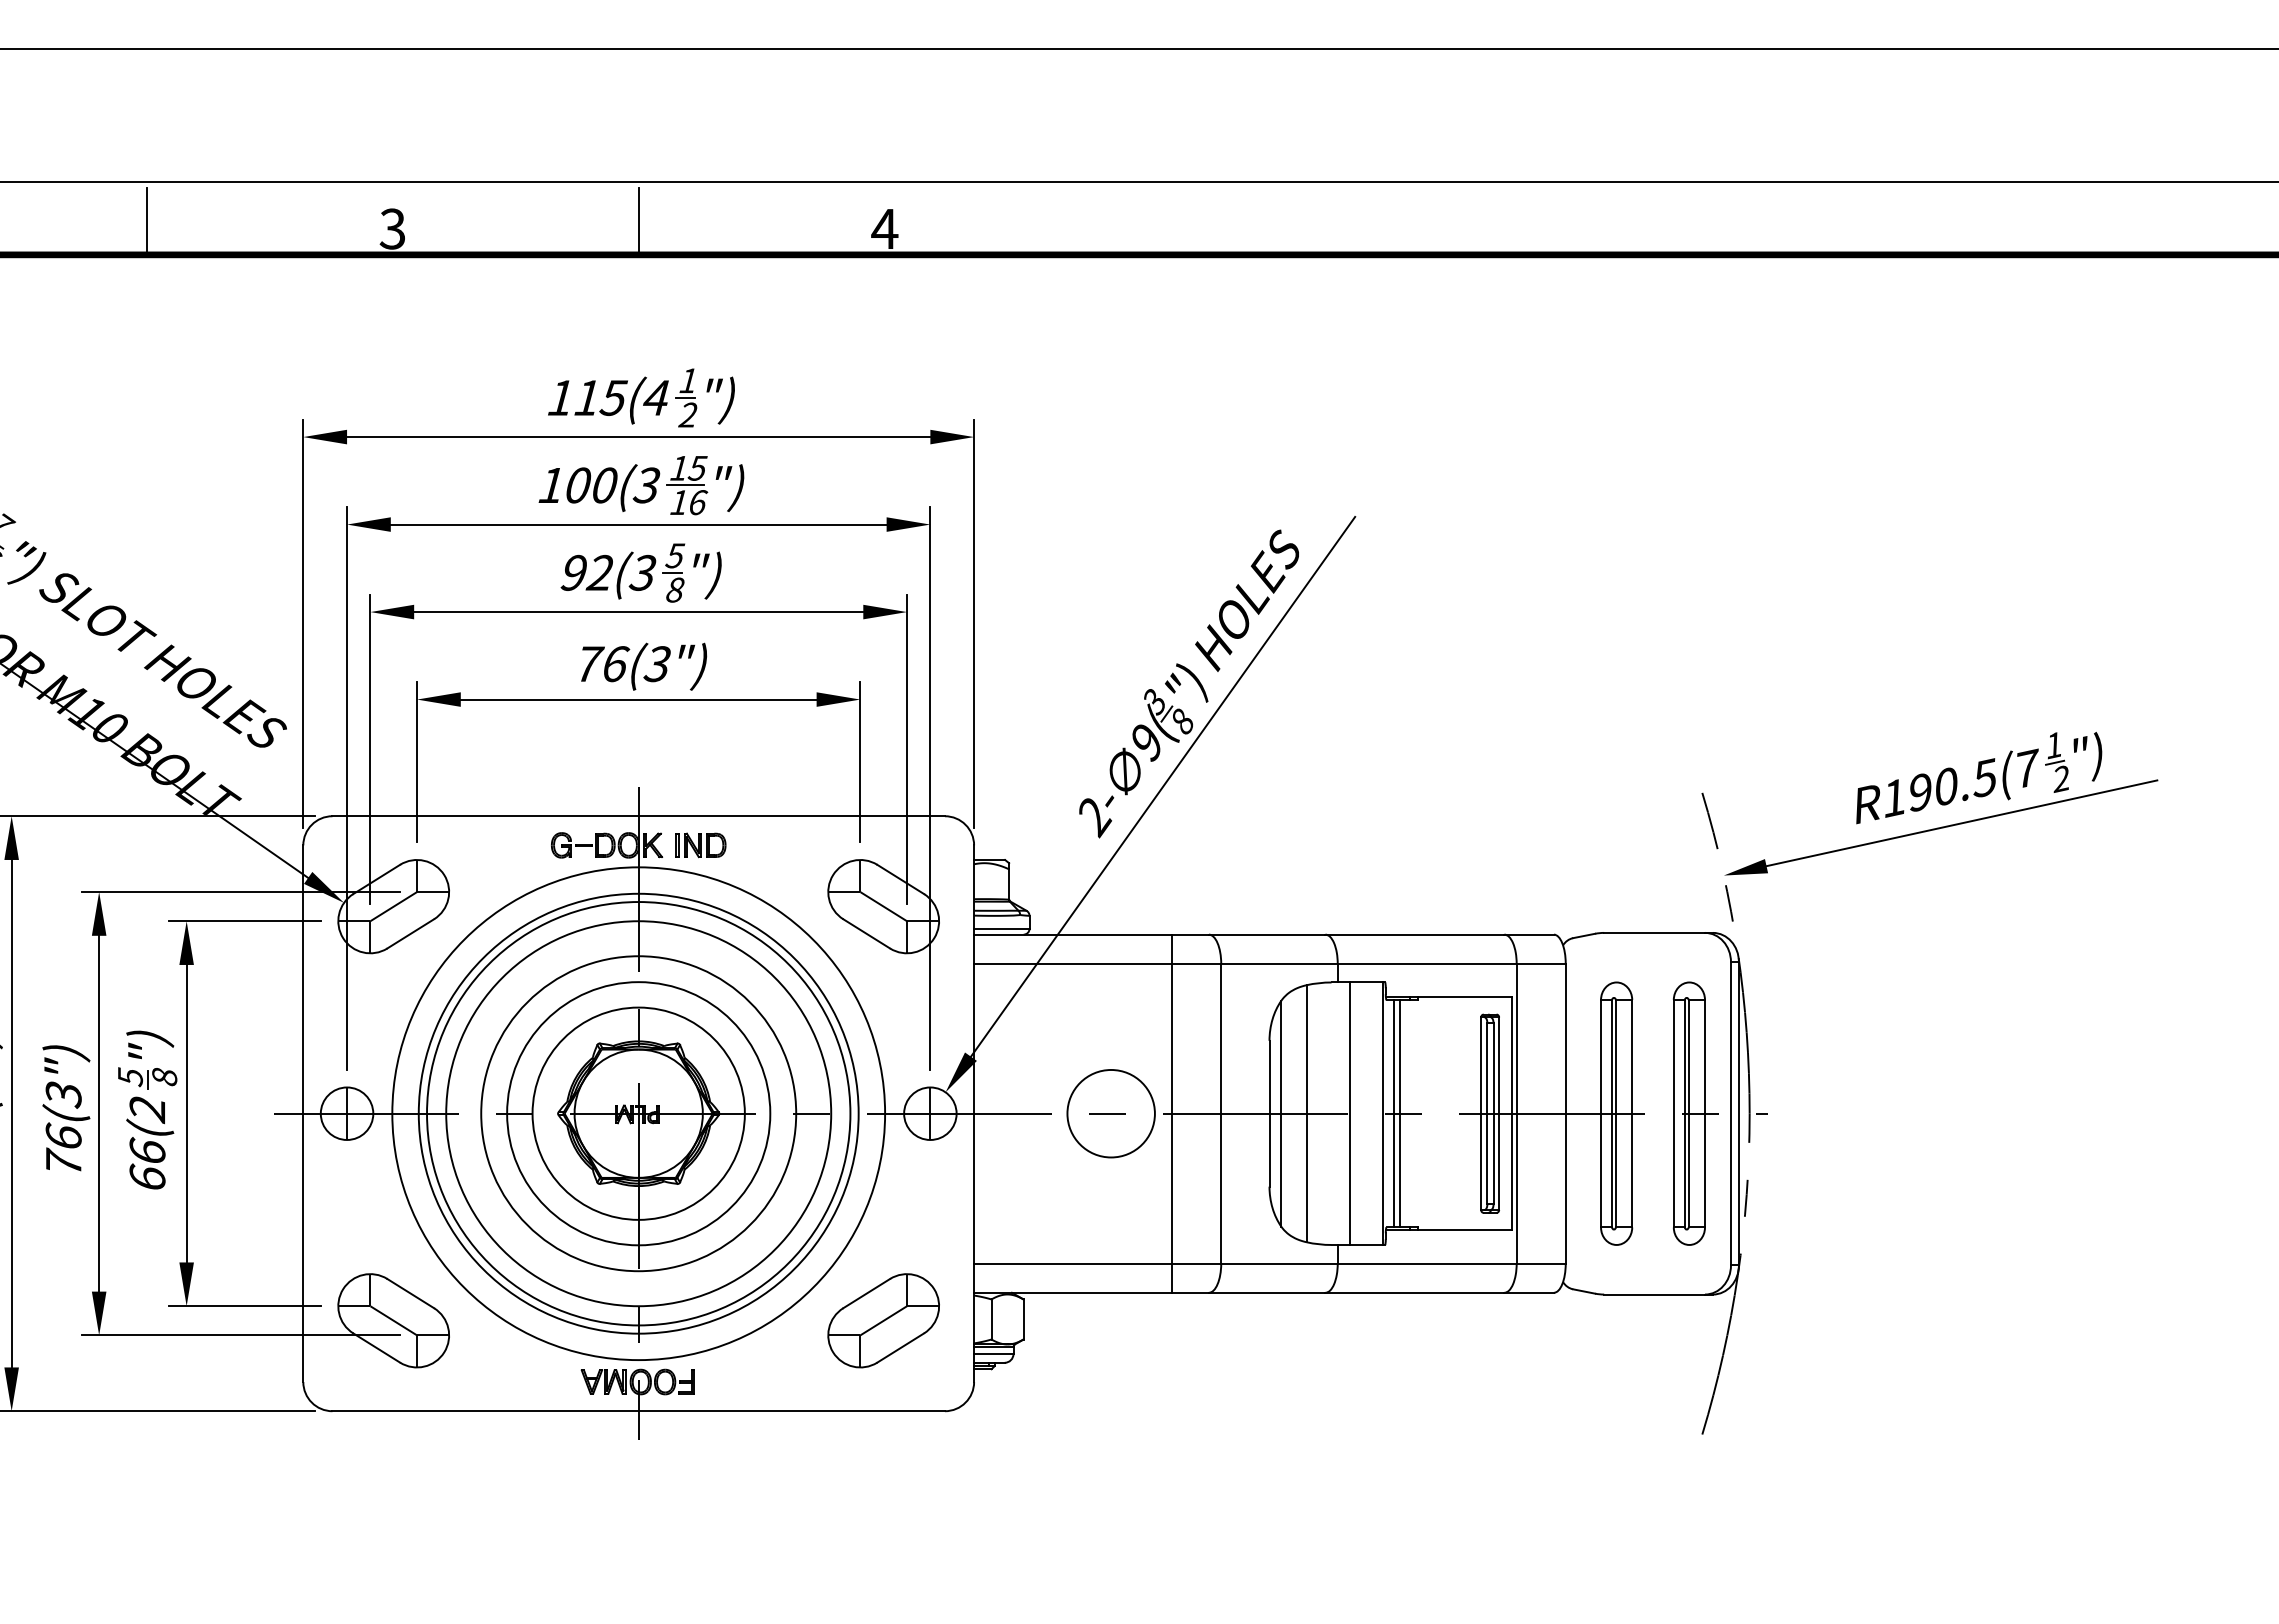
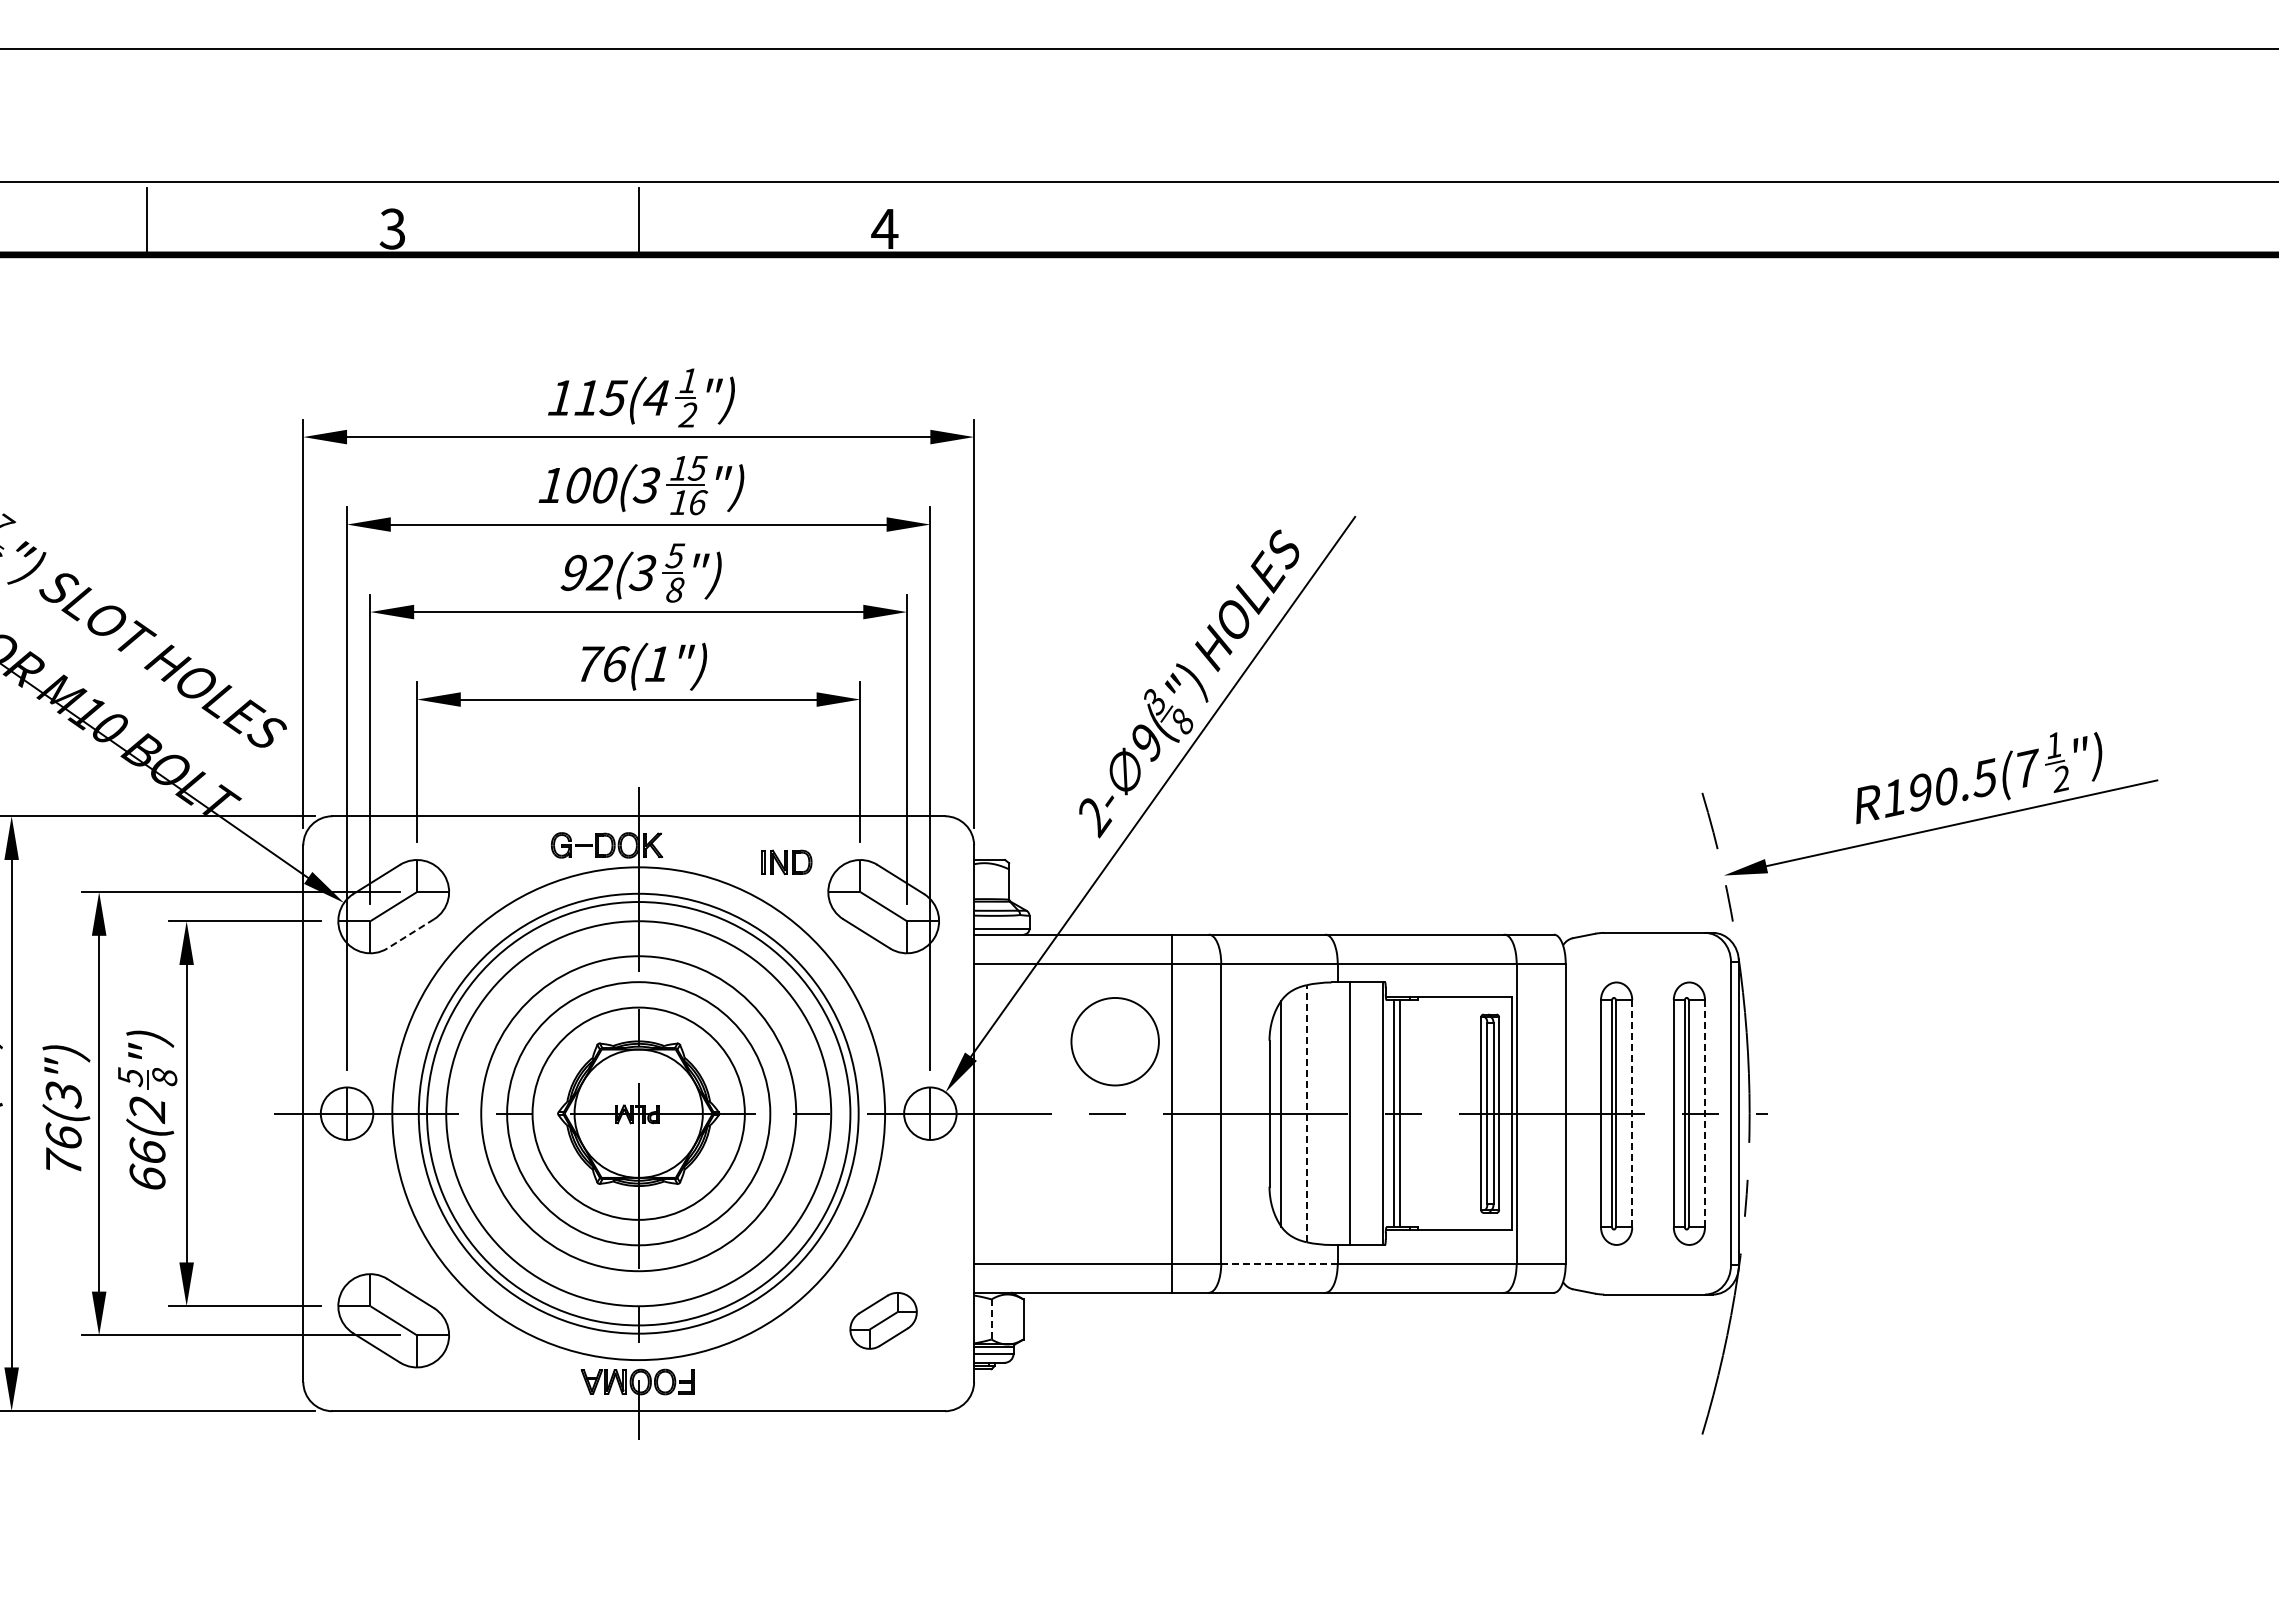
text at (656, 664): 76(3") -> 76(1")
part at (700, 845) position: (700, 845) -> (786, 862)
line at (410, 933): solid -> dashed
circle at (1110, 1113) position: (1110, 1113) -> (1114, 1041)
line at (1306, 1113): solid -> dashed
line at (1632, 1113): solid -> dashed
line at (1705, 1113): solid -> dashed
line at (1278, 1263): solid -> dashed
line at (991, 1319): solid -> dashed
part at (883, 1320) size: 113x96 px -> 69x58 px
